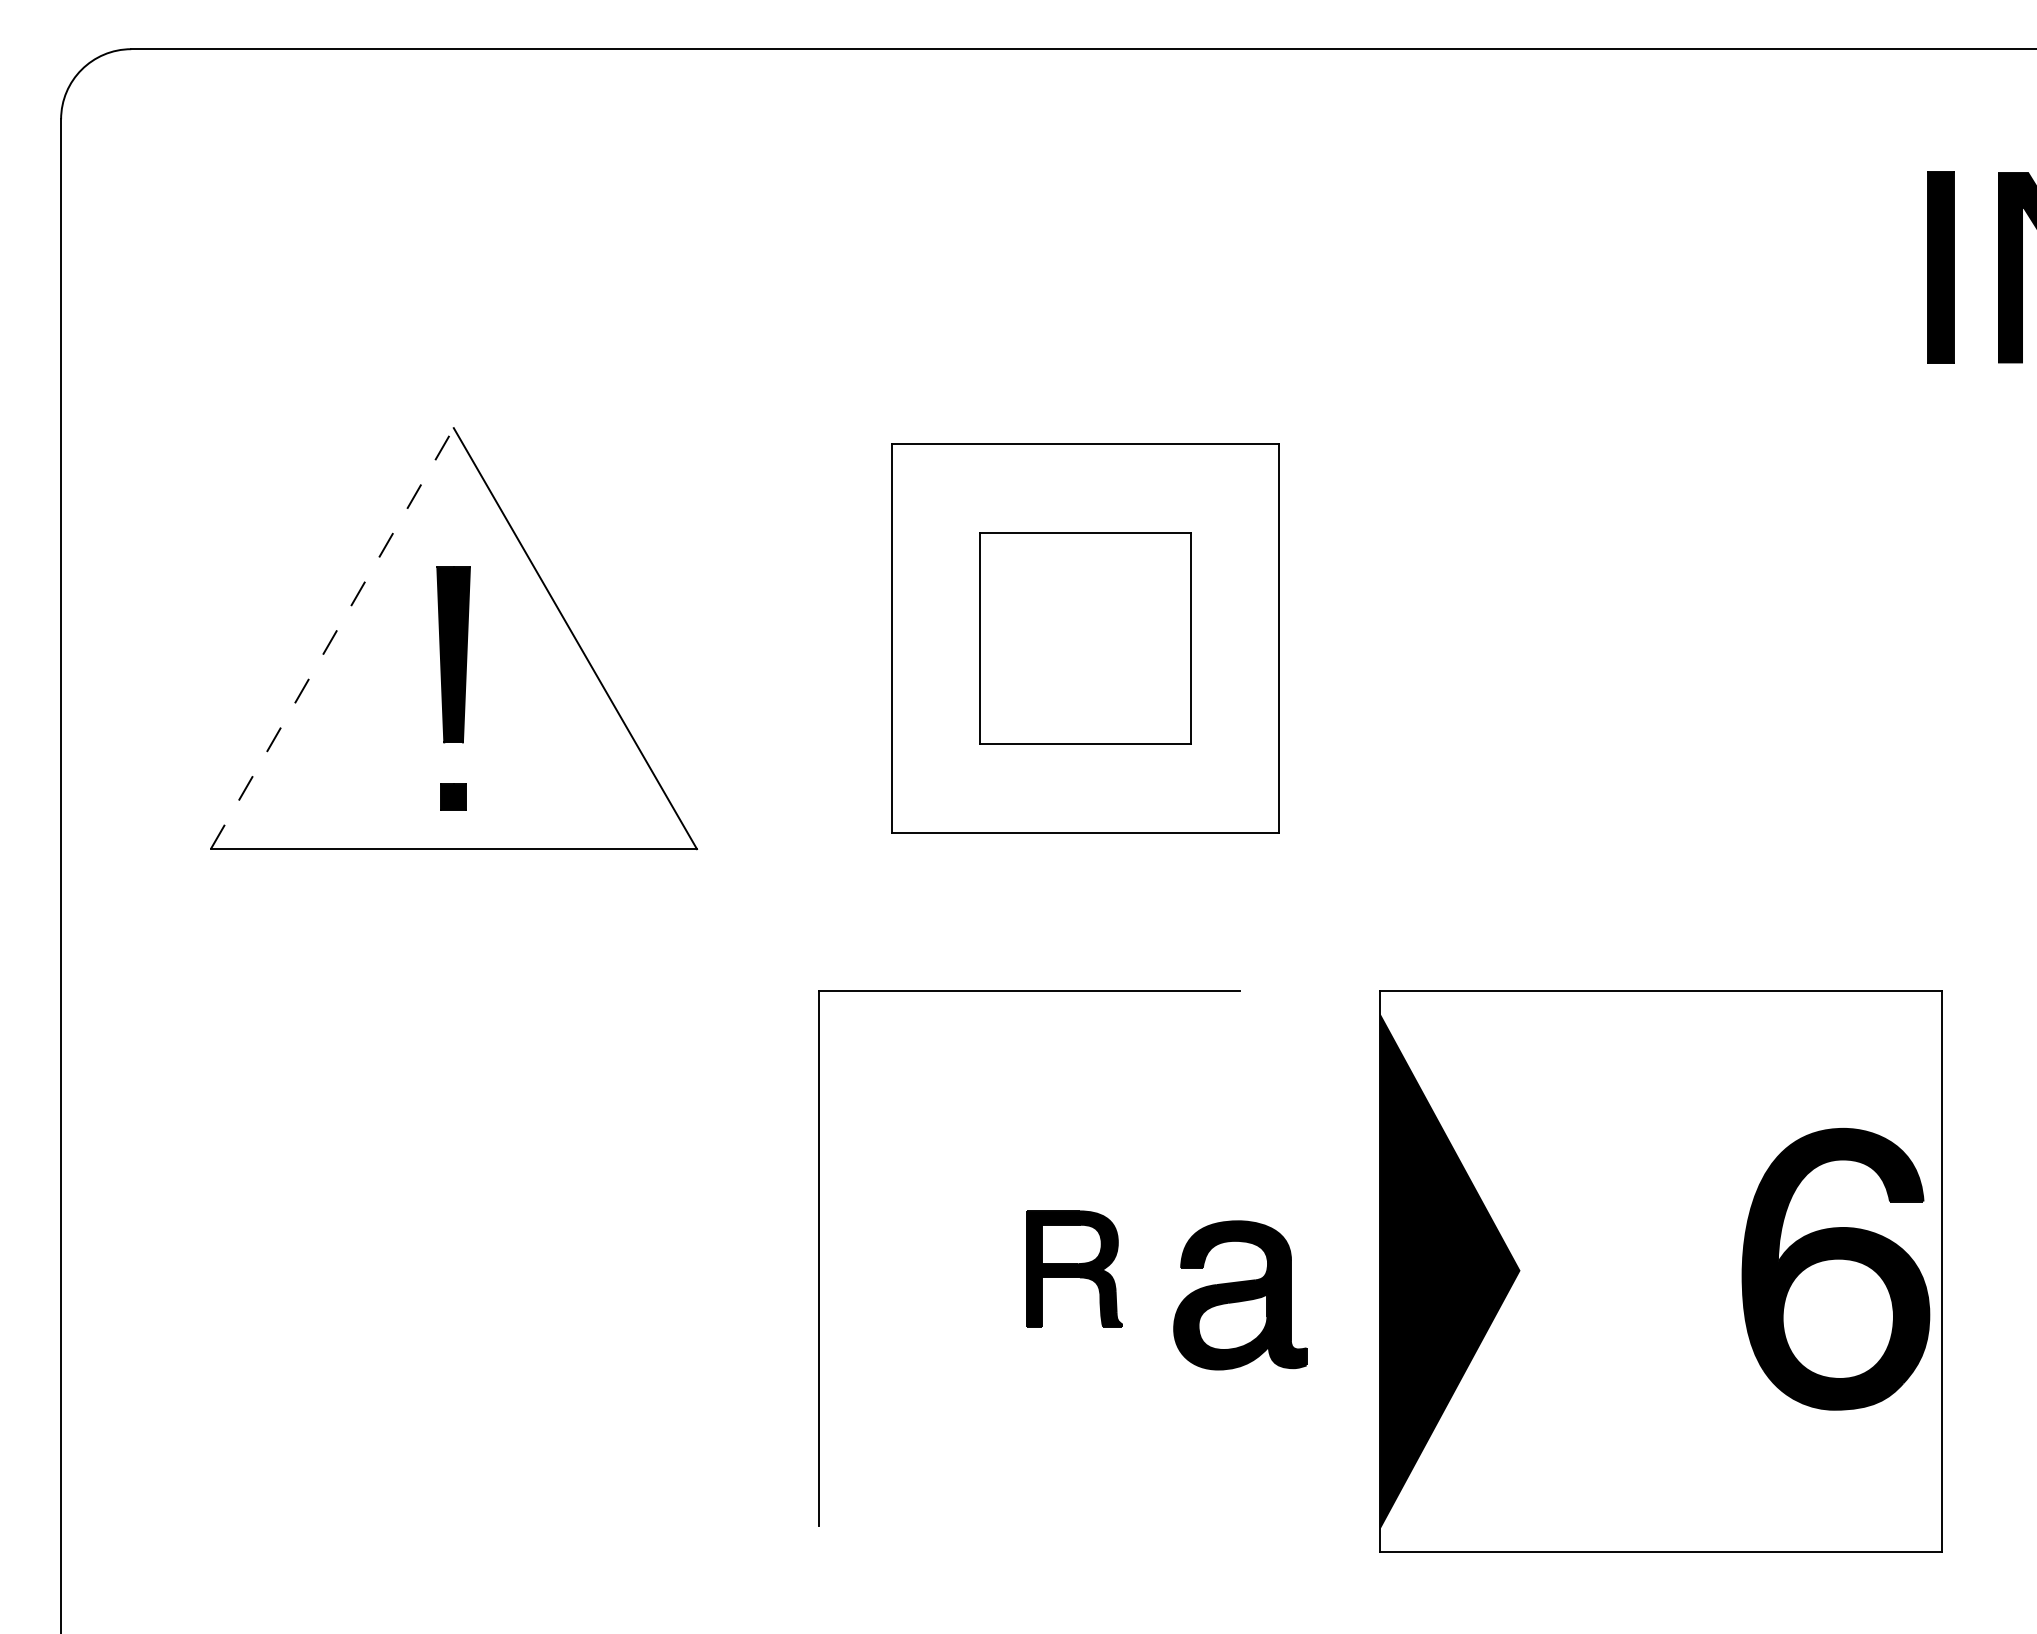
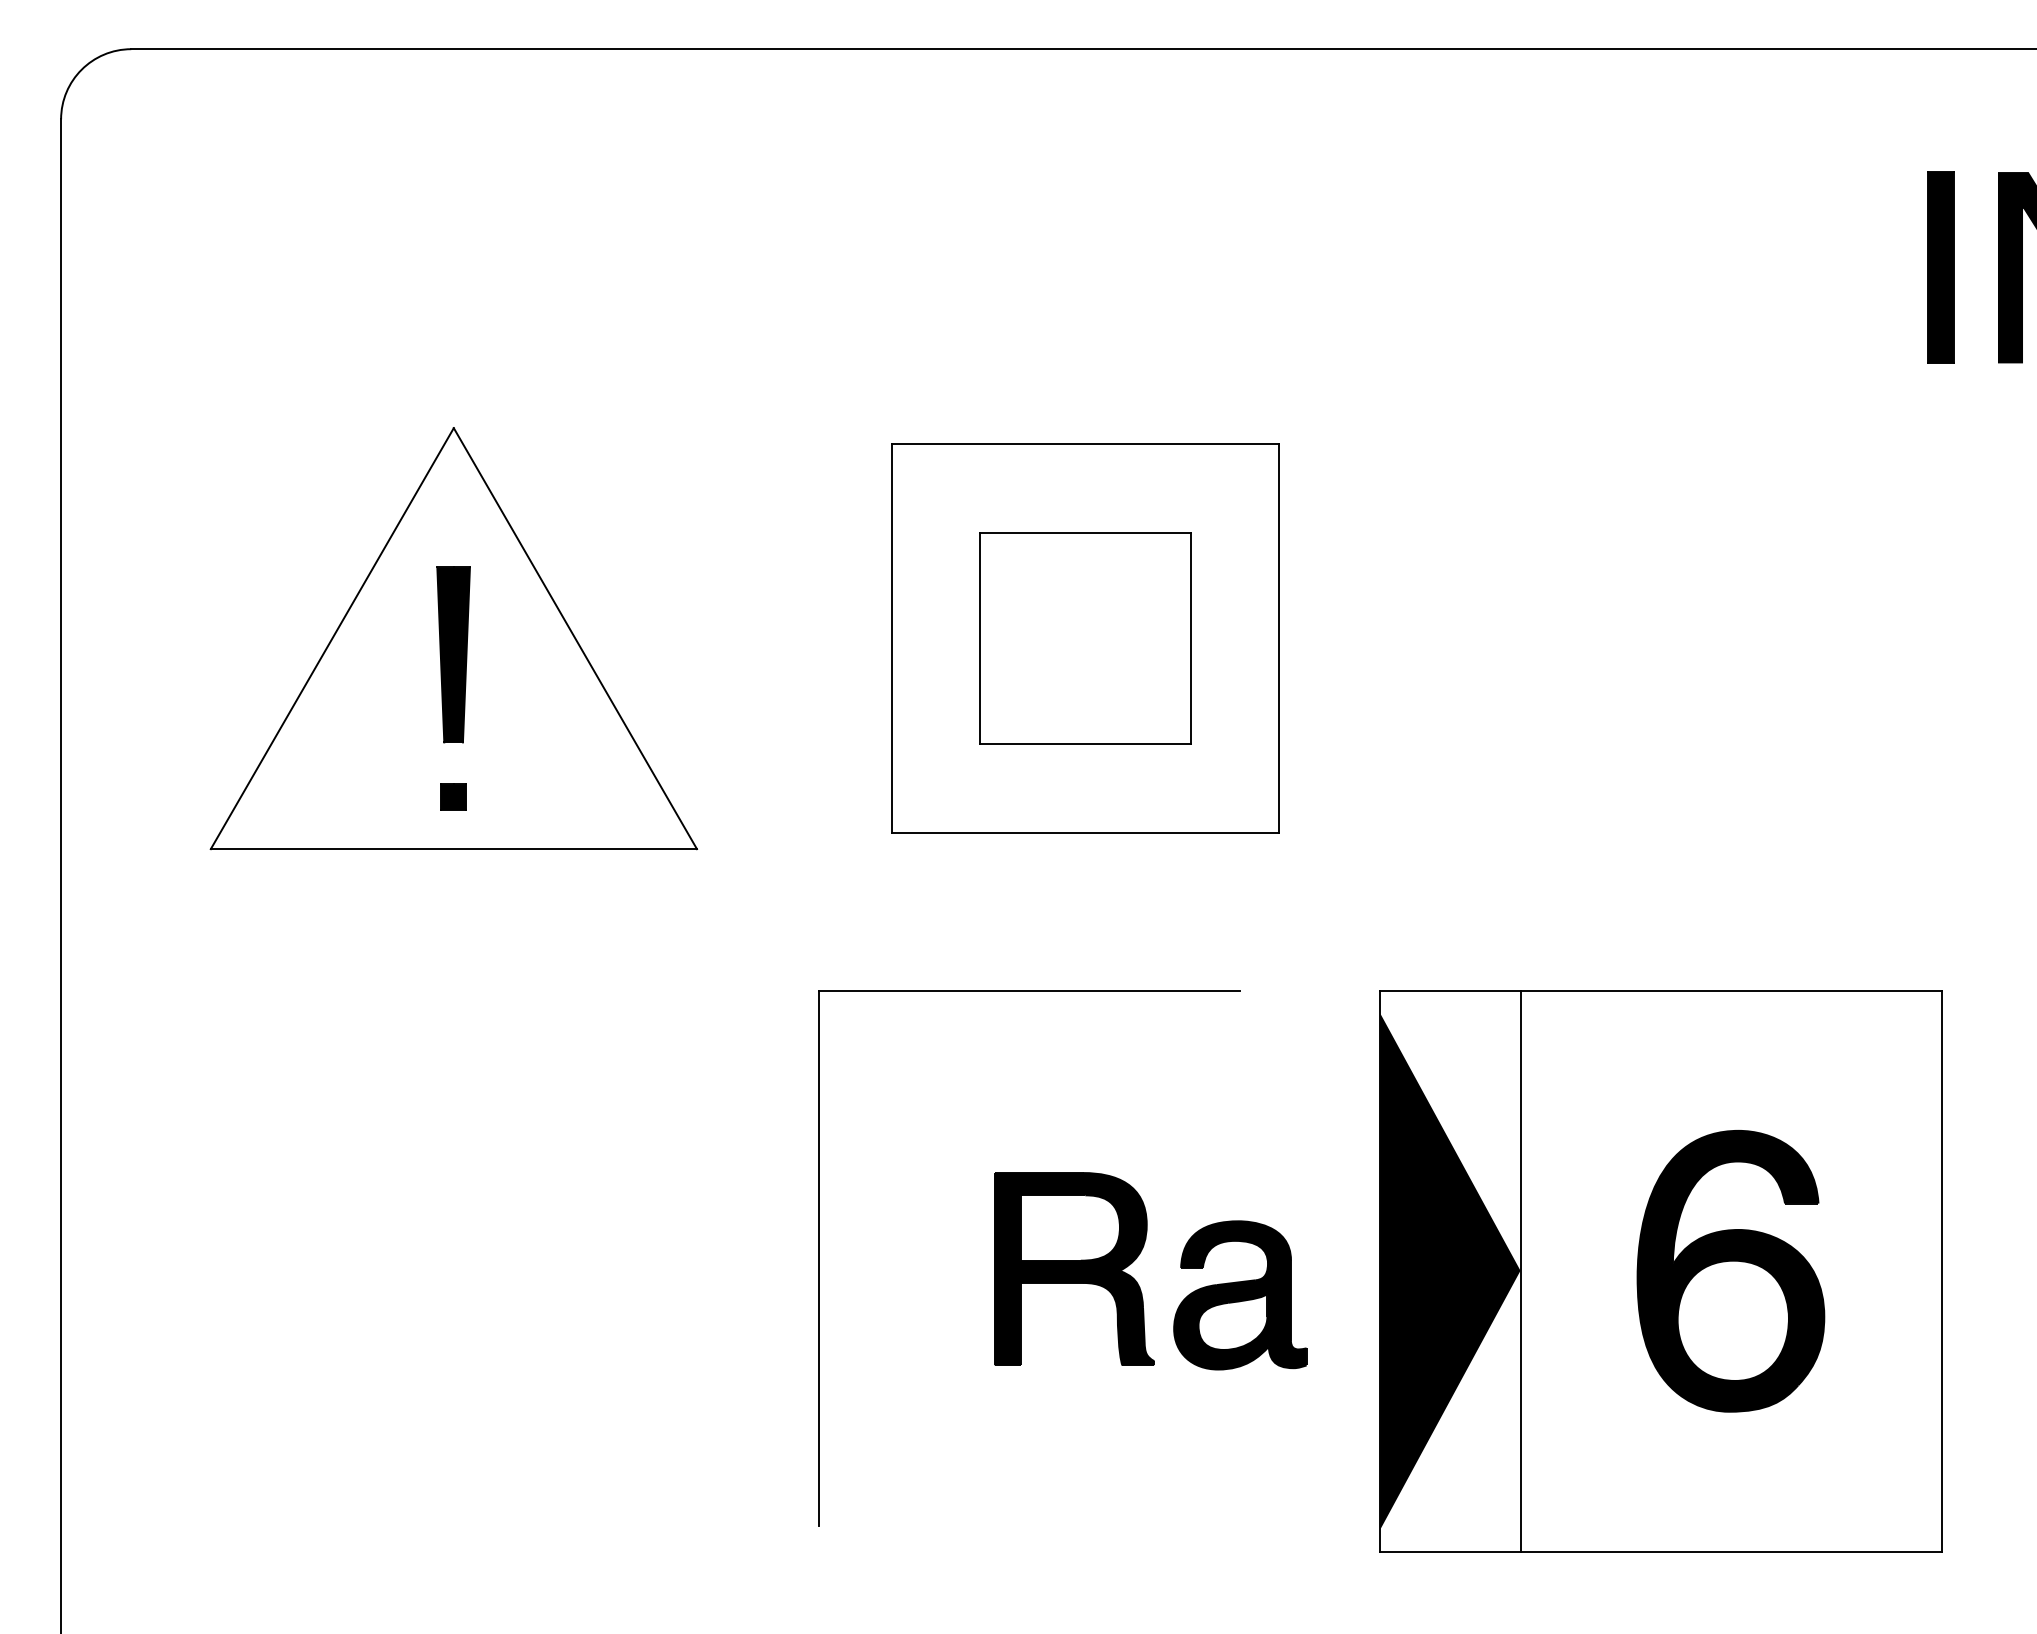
line at (332, 638): dashed -> solid
part at (1074, 1268) size: 97x118 px -> 161x194 px
part at (1835, 1269) position: (1835, 1269) -> (1730, 1271)
line at (1520, 1270): none -> present
